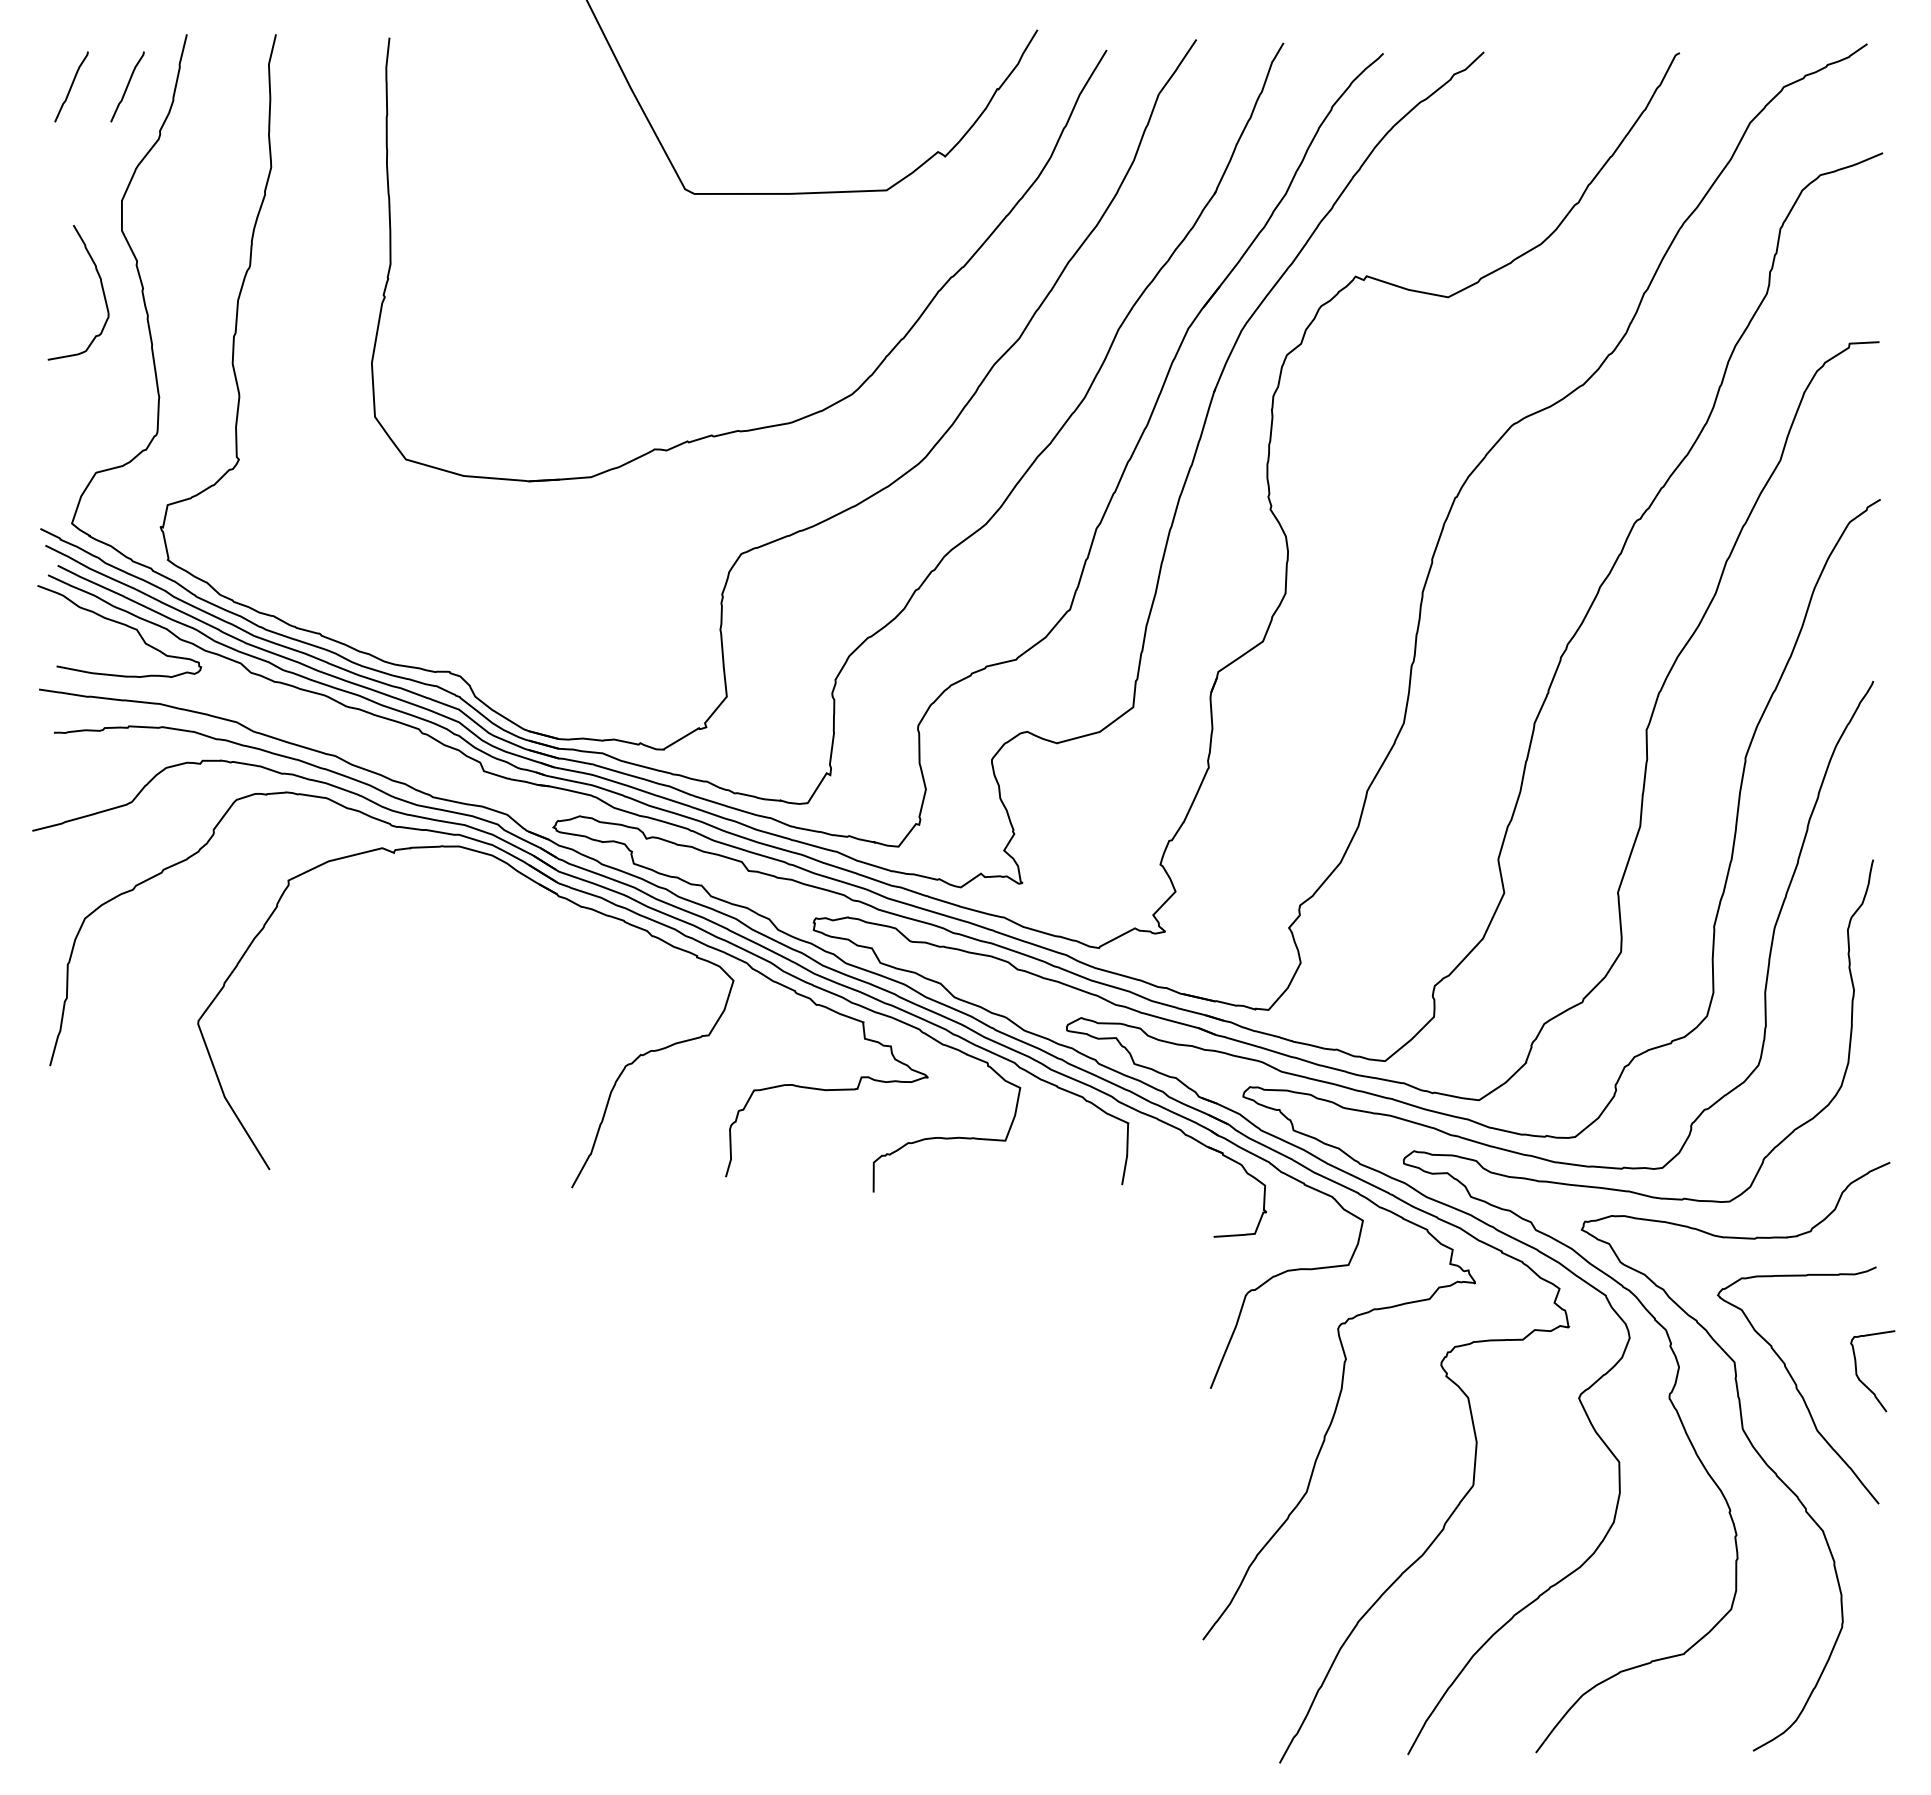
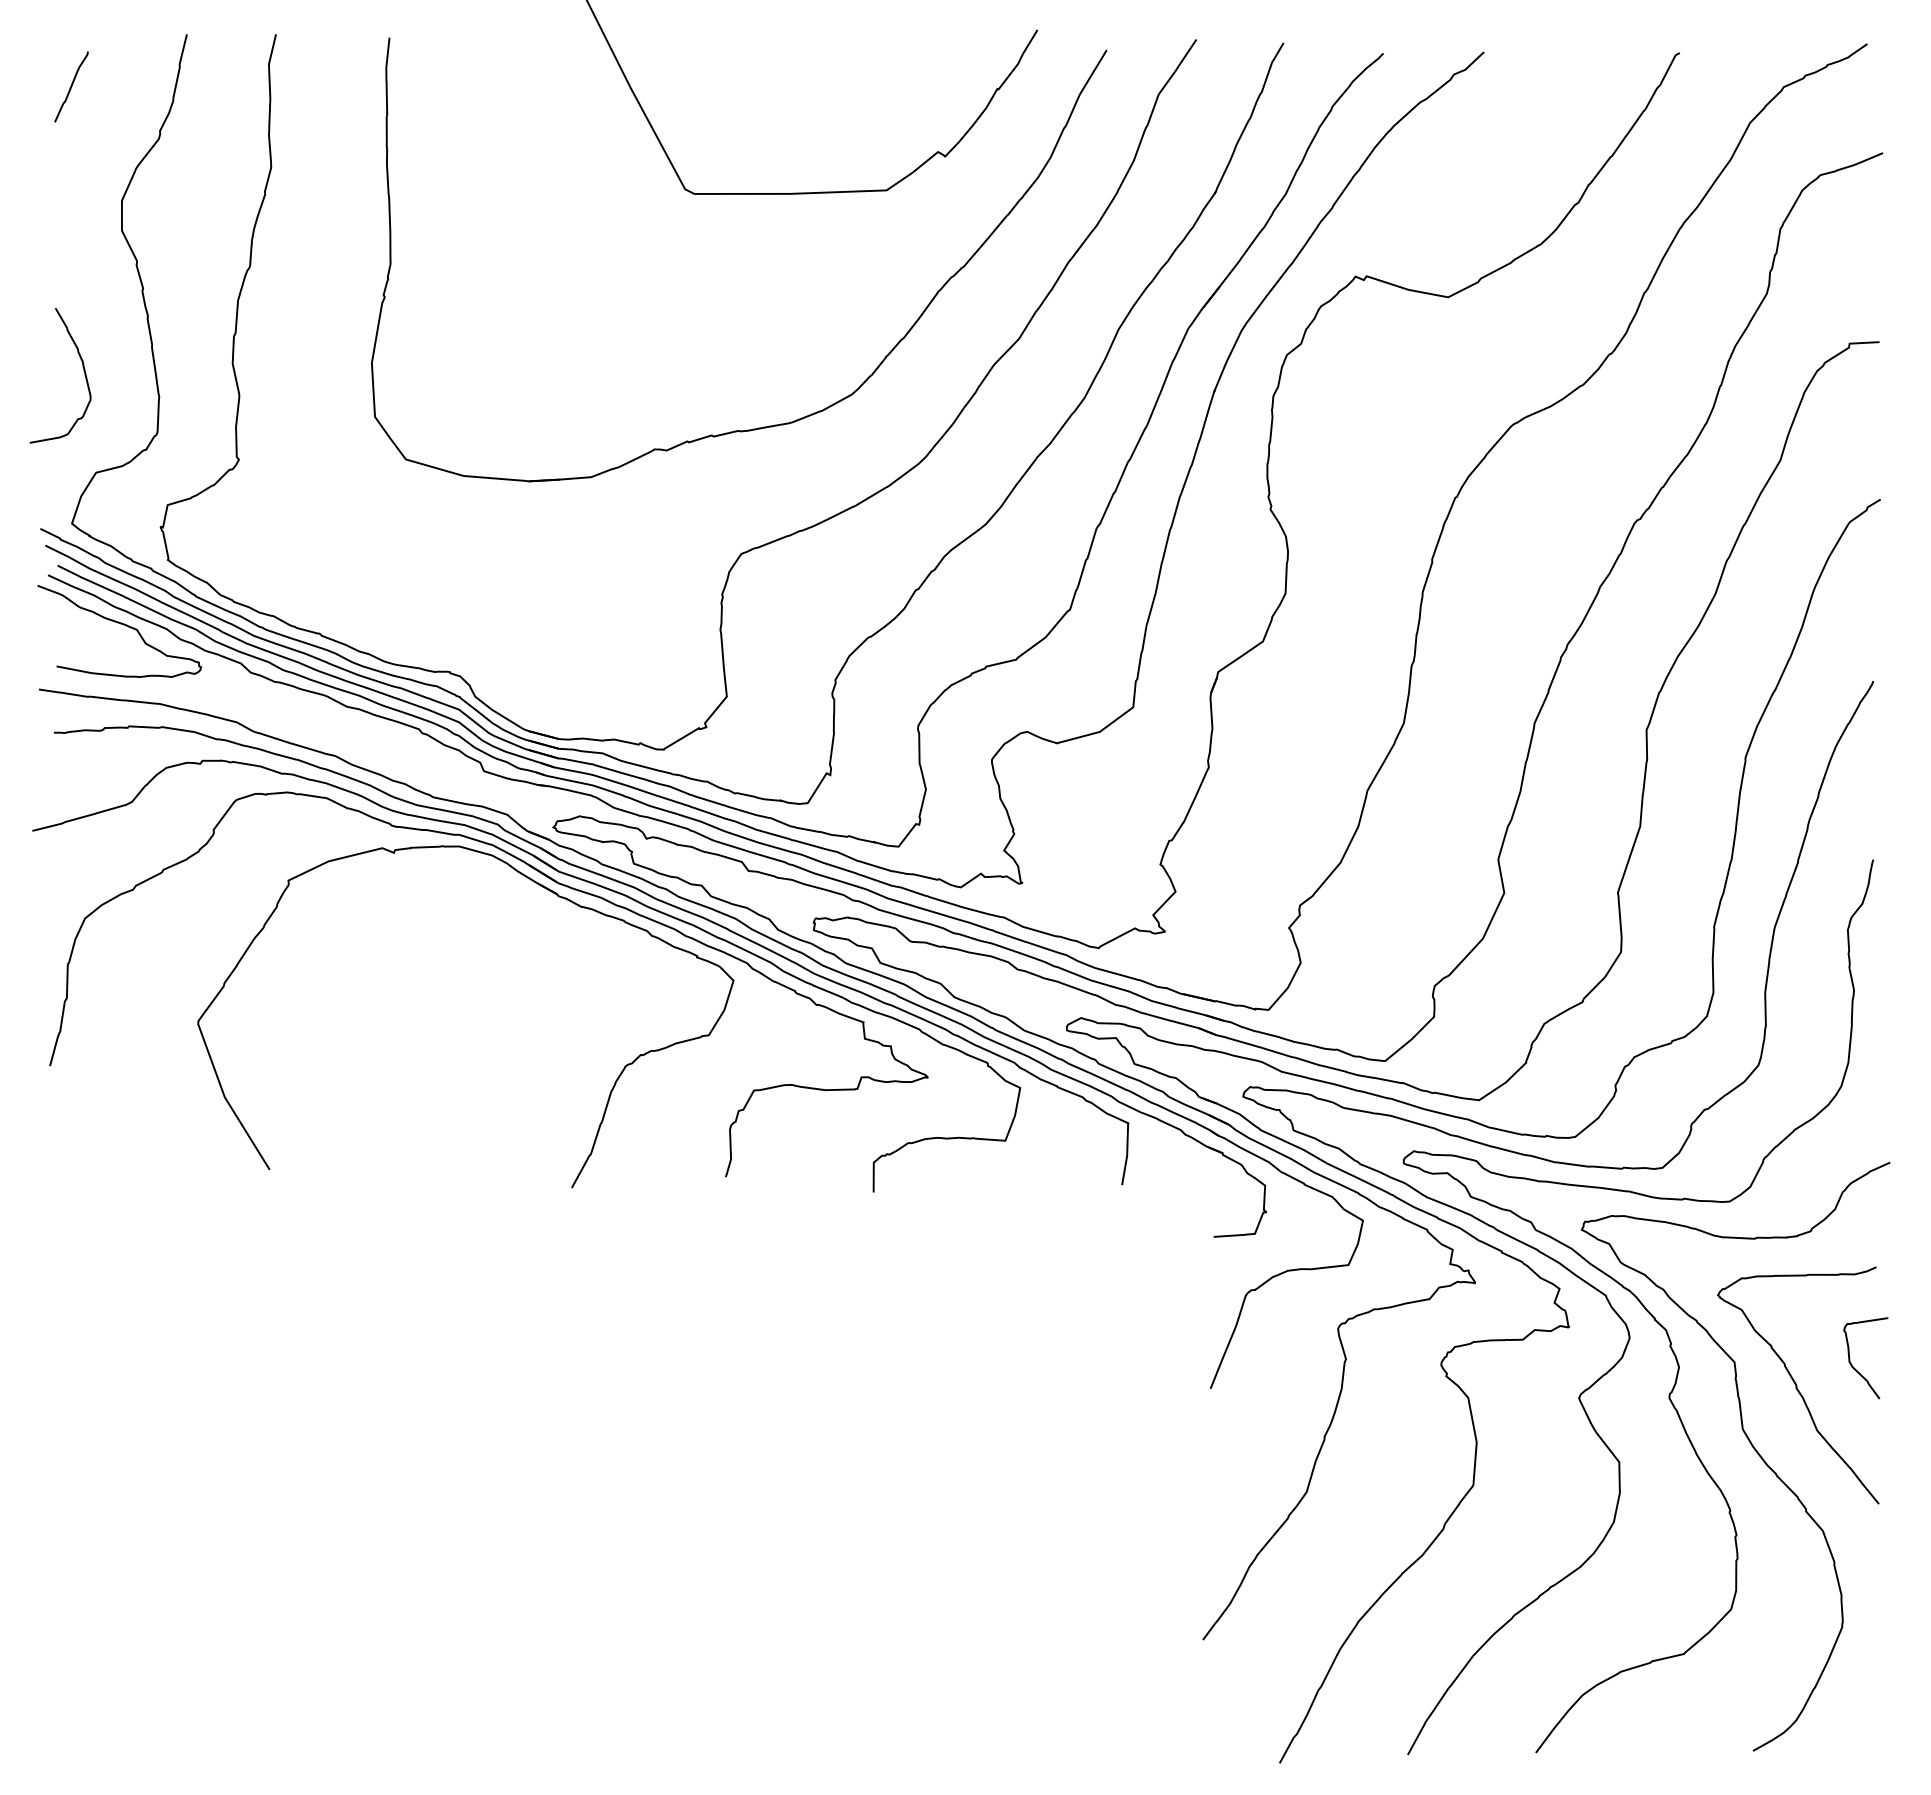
curve at (127, 86): present -> none
curve at (101, 288) position: (101, 288) -> (83, 371)
curve at (1862, 1381) position: (1862, 1381) -> (1855, 1368)
